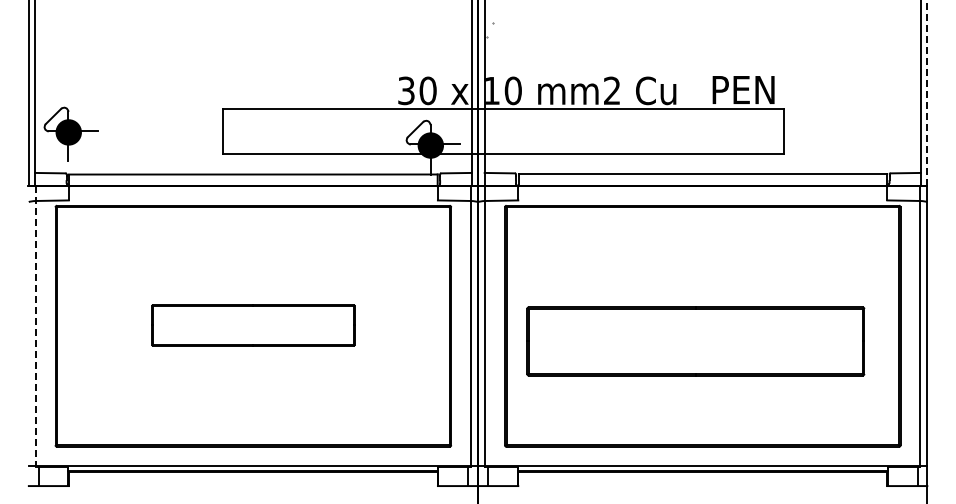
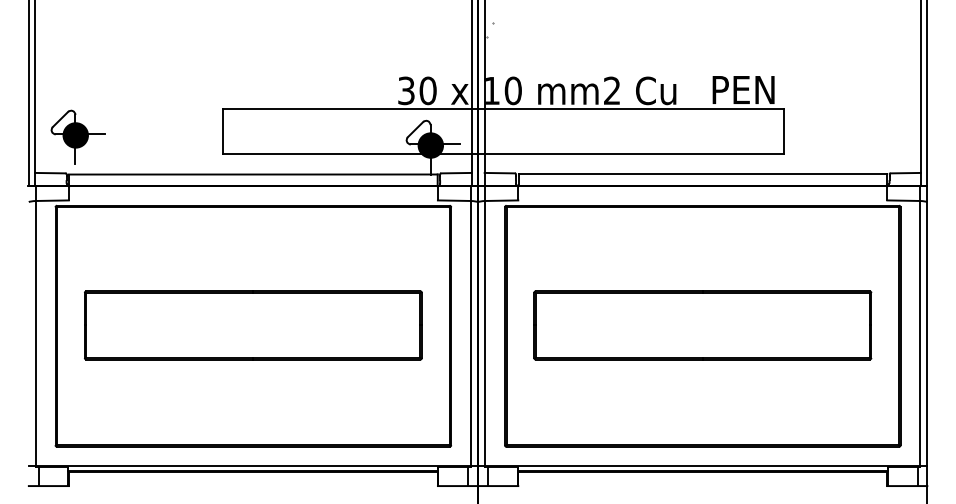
line at (927, 92): dashed -> solid
part at (70, 133) position: (70, 133) -> (77, 136)
part at (253, 325) size: 205x43 px -> 339x71 px
line at (35, 326): dashed -> solid
part at (695, 341) position: (695, 341) -> (702, 325)
